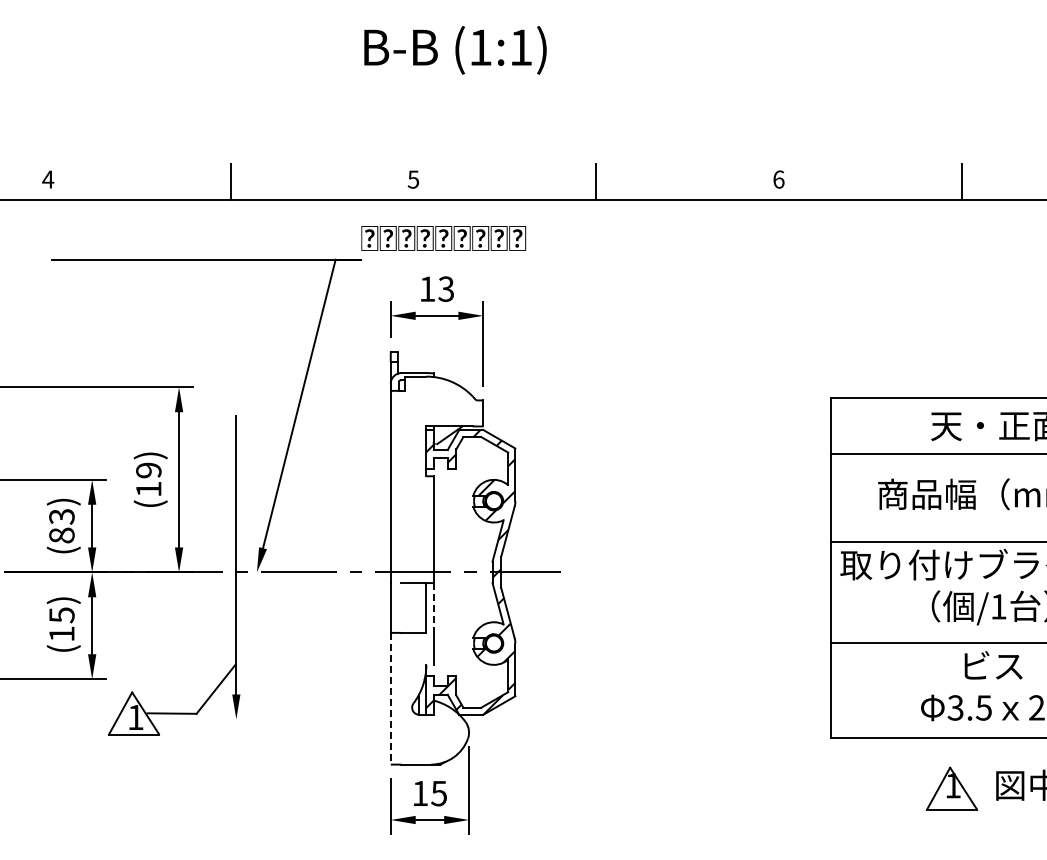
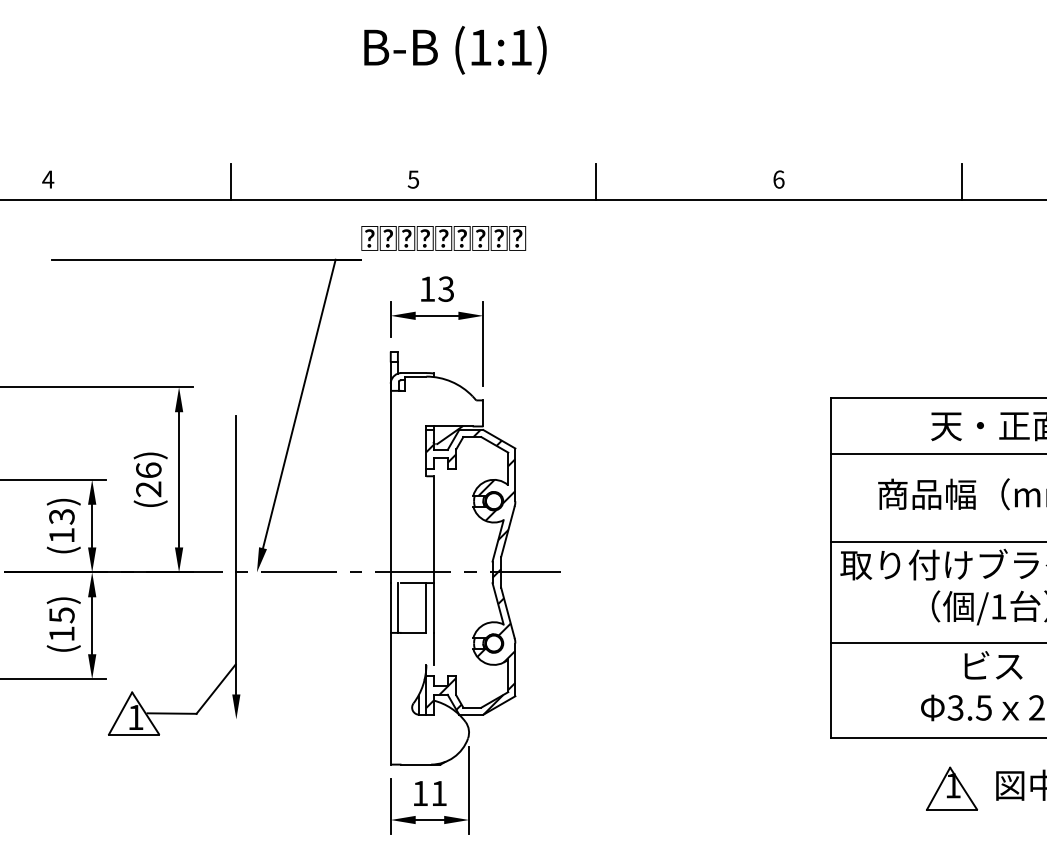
text at (148, 479): (19) -> (26)
text at (61, 535): (83) -> (13)
line at (397, 607): none -> present
line at (433, 607): dashed -> solid
line at (390, 698): dashed -> solid
text at (438, 793): 15 -> 11
